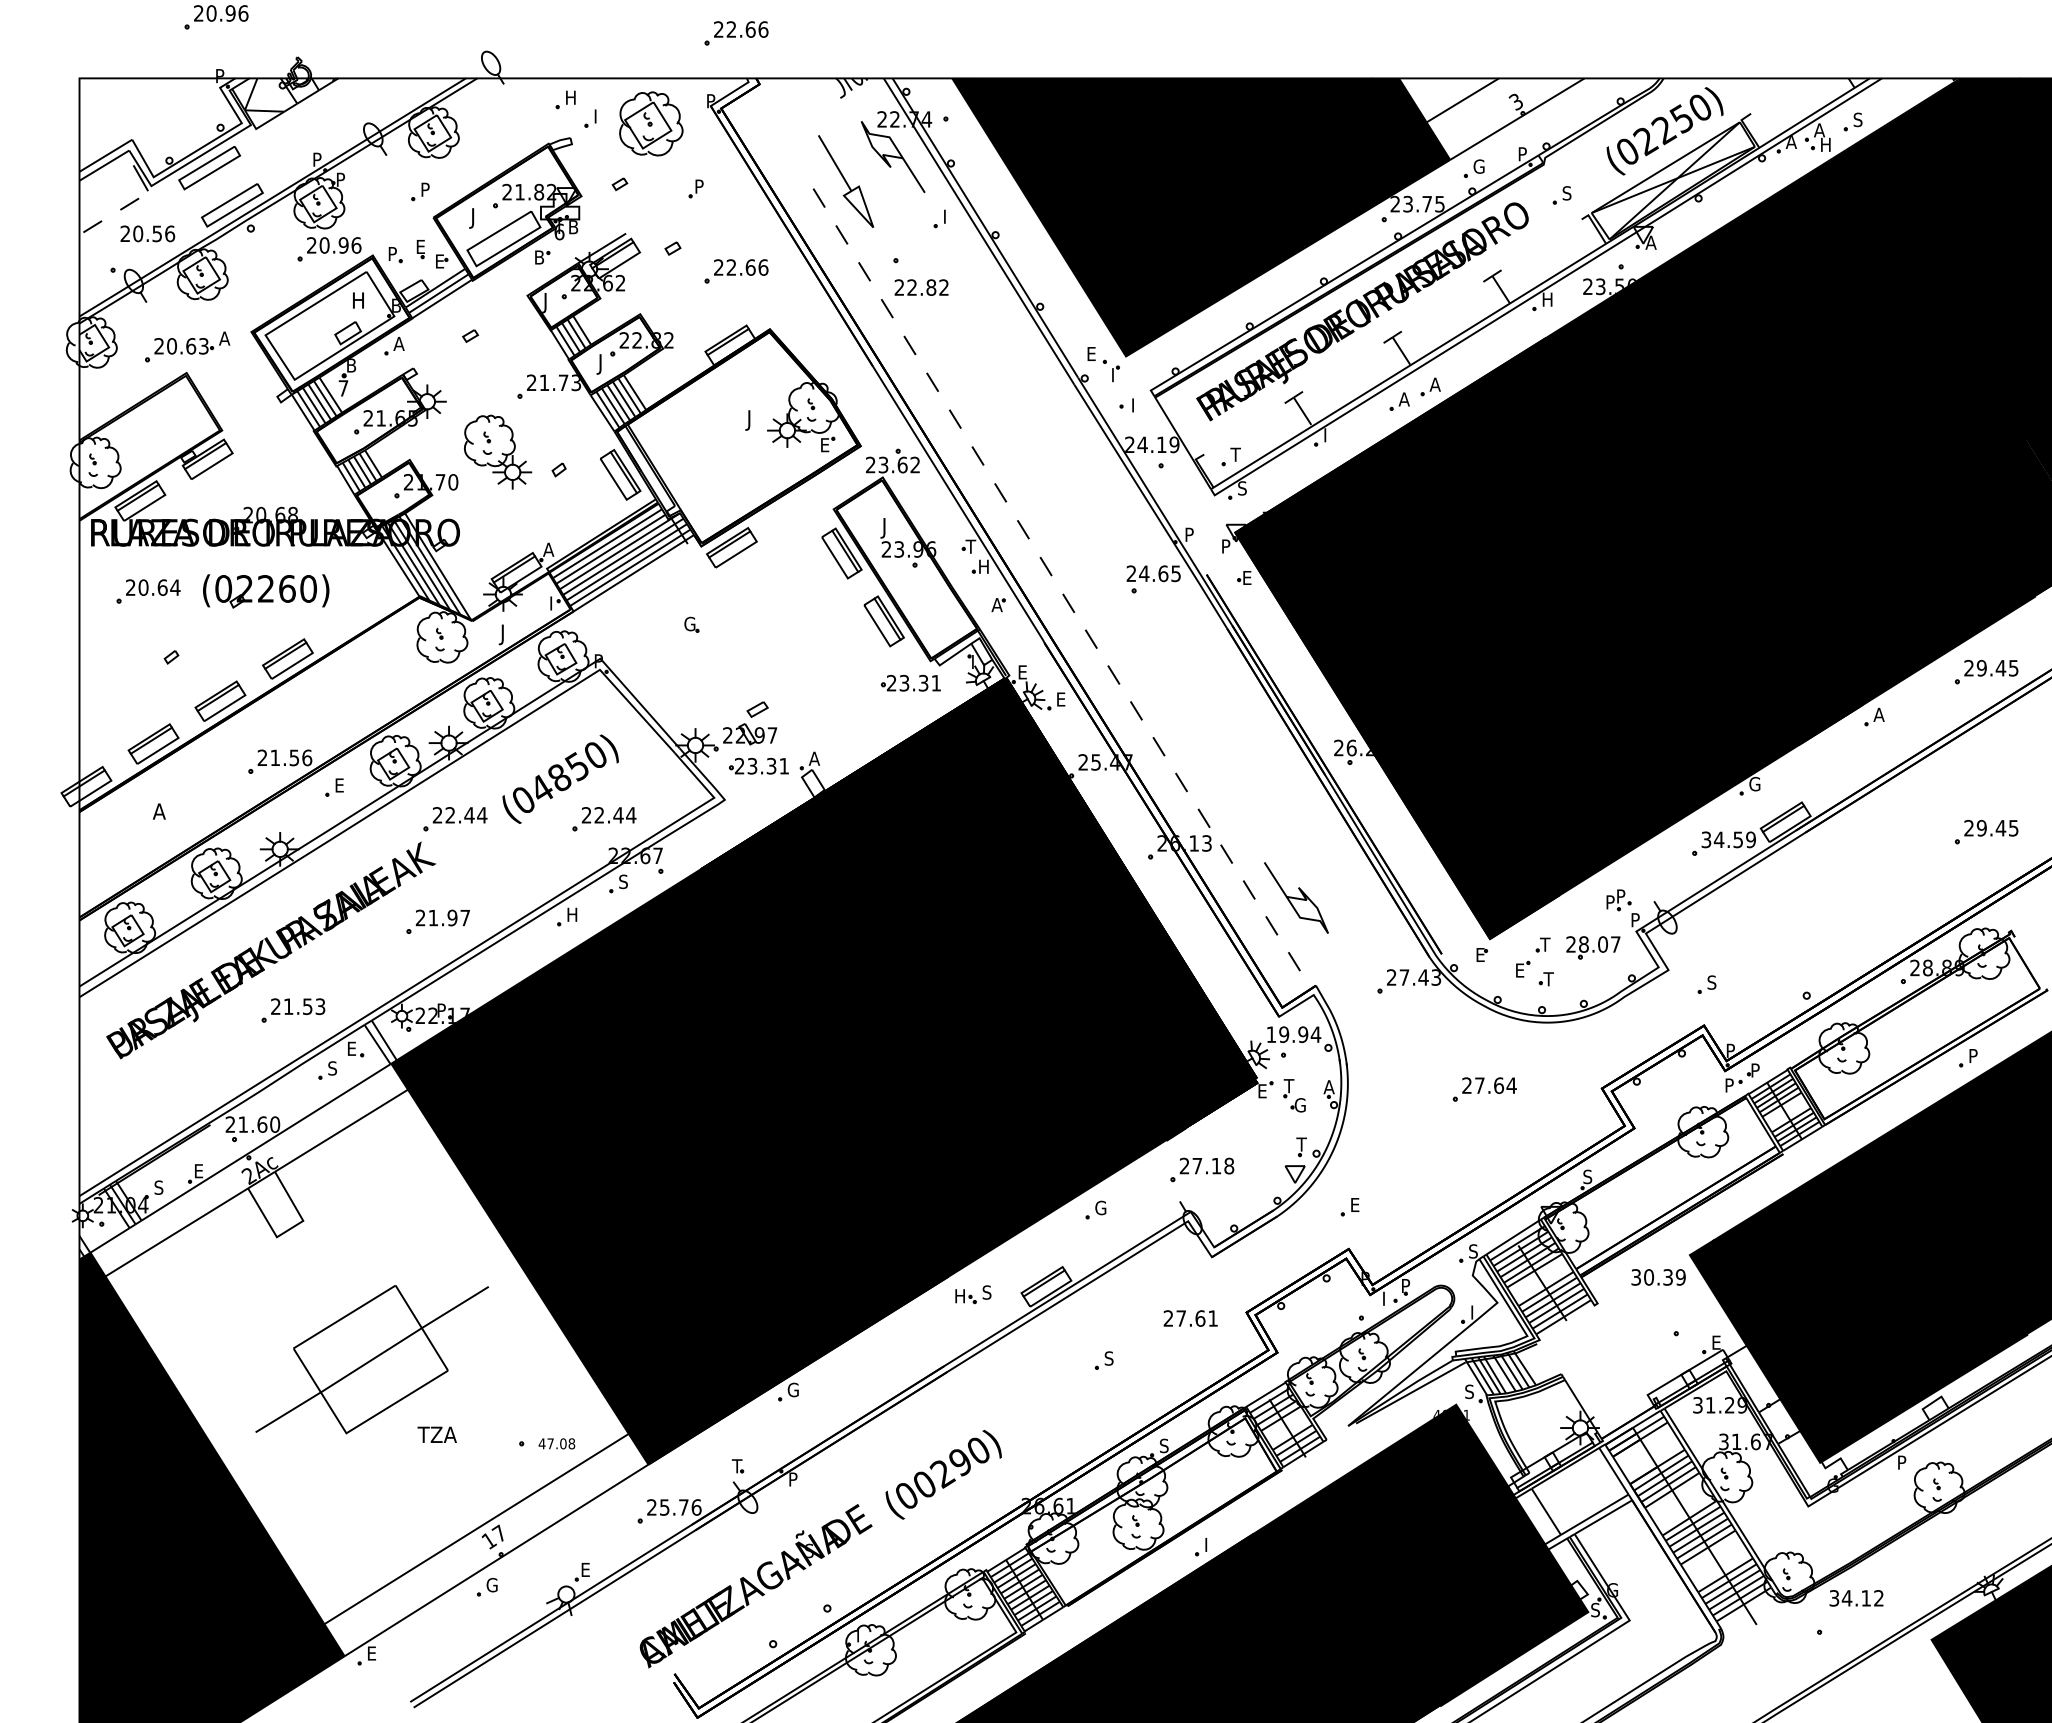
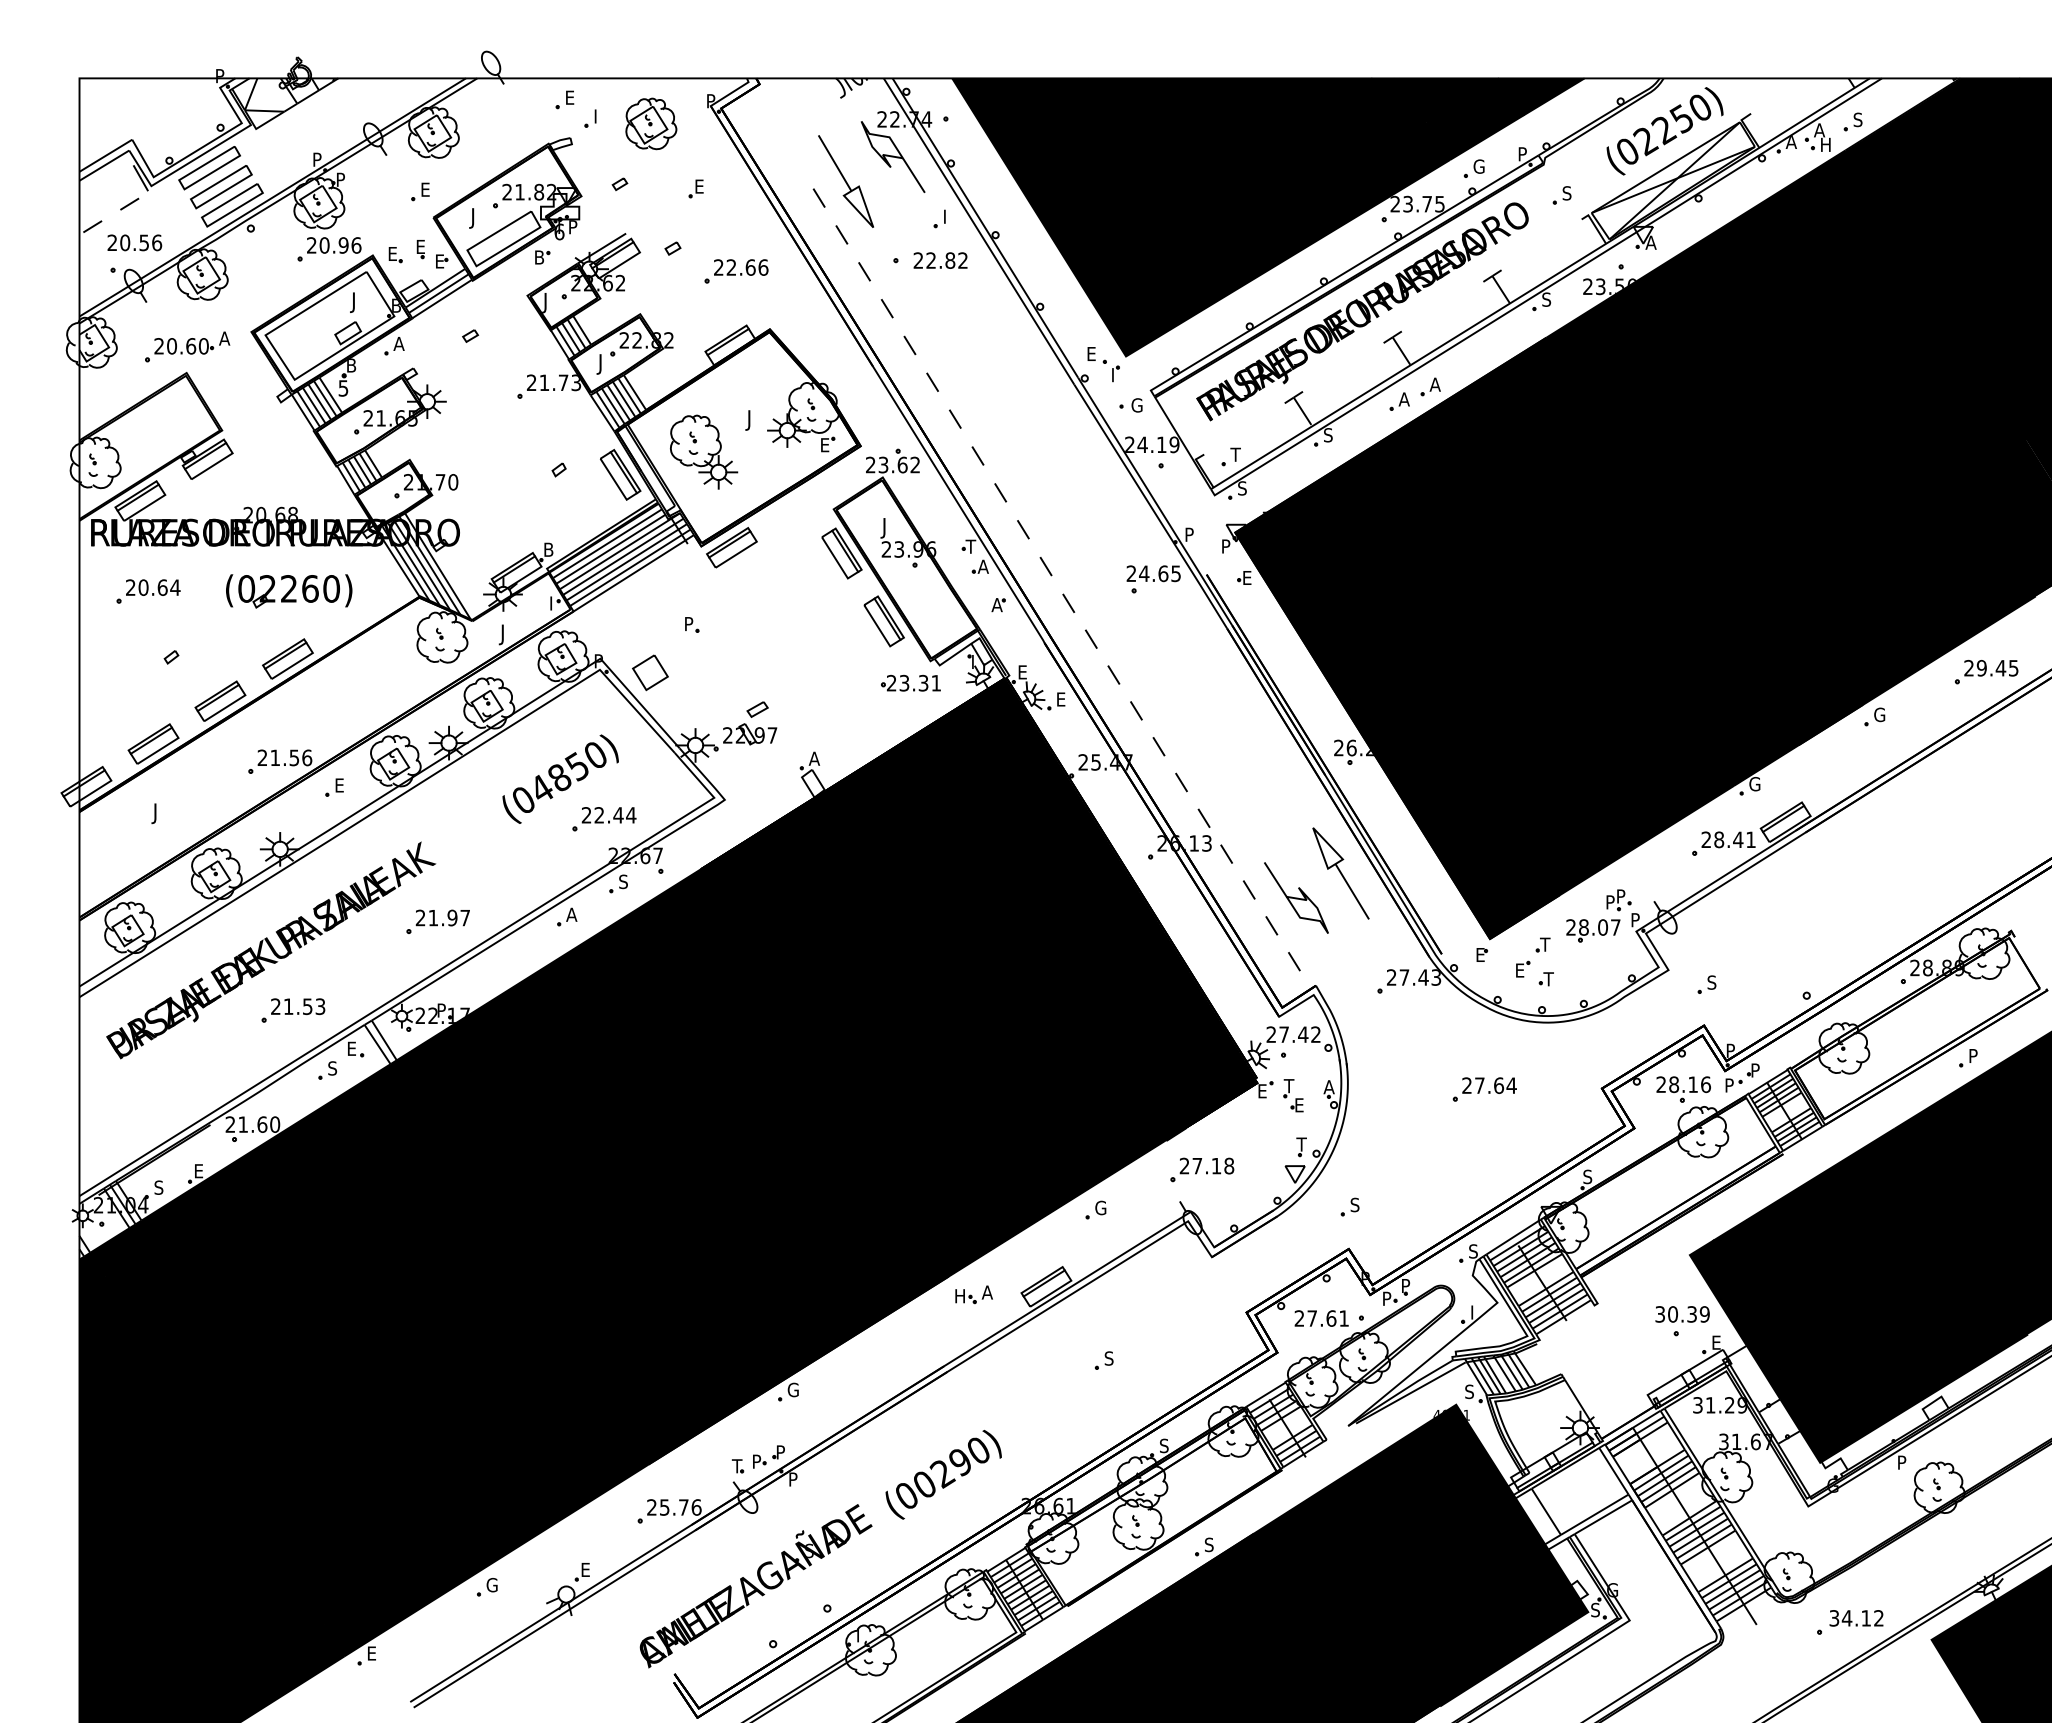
part at (216, 17): present -> none
part at (736, 33): present -> none
text at (571, 97): H -> E
fill at (1491, 118): none -> present
part at (651, 123) size: 65x66 px -> 53x54 px
text at (700, 186): P -> E
part at (221, 187): none -> present
text at (426, 189): P -> E
text at (574, 227): B -> P
text at (147, 233) position: (147, 233) -> (134, 242)
text at (393, 253): P -> E
text at (921, 287) position: (921, 287) -> (940, 260)
text at (1547, 299): H -> S
text at (356, 302): H -> J
text at (203, 346): 20.63 -> 20.60
text at (343, 388): 7 -> 5
text at (1136, 405): I -> G
text at (1328, 435): I -> S
part at (498, 451) position: (498, 451) -> (704, 451)
text at (548, 549): A -> B
text at (982, 566): H -> A
part at (266, 591) position: (266, 591) -> (289, 591)
text at (689, 623): G -> P
part at (650, 672): none -> present
text at (1879, 714): A -> G
part at (758, 765): present -> none
text at (158, 813): A -> J
part at (455, 819): present -> none
part at (1986, 832): present -> none
text at (1728, 839): 34.59 -> 28.41
part at (1340, 873): none -> present
text at (571, 914): H -> A
part at (1593, 947) position: (1593, 947) -> (1593, 930)
text at (1293, 1034): 19.94 -> 27.42
part at (1683, 1089): none -> present
text at (1299, 1105): G -> E
text at (1354, 1204): E -> S
text at (1658, 1277) position: (1658, 1277) -> (1682, 1314)
text at (986, 1292): S -> A
text at (1387, 1295): I -> P
text at (1190, 1318) position: (1190, 1318) -> (1321, 1318)
fill at (369, 1359): none -> present
part at (768, 1456): none -> present
text at (1208, 1544): I -> S
text at (1856, 1598) position: (1856, 1598) -> (1856, 1618)
